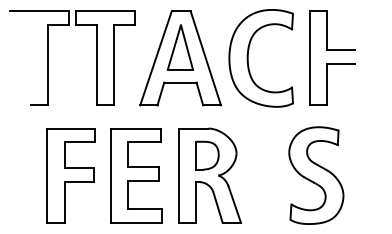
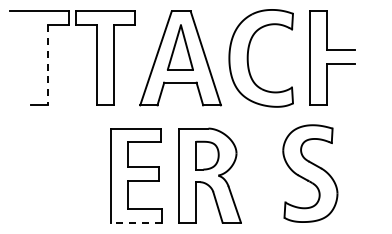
line at (48, 65): solid -> dashed
part at (70, 175): present -> none
part at (316, 175) position: (316, 175) -> (310, 173)
line at (136, 222): solid -> dashed
